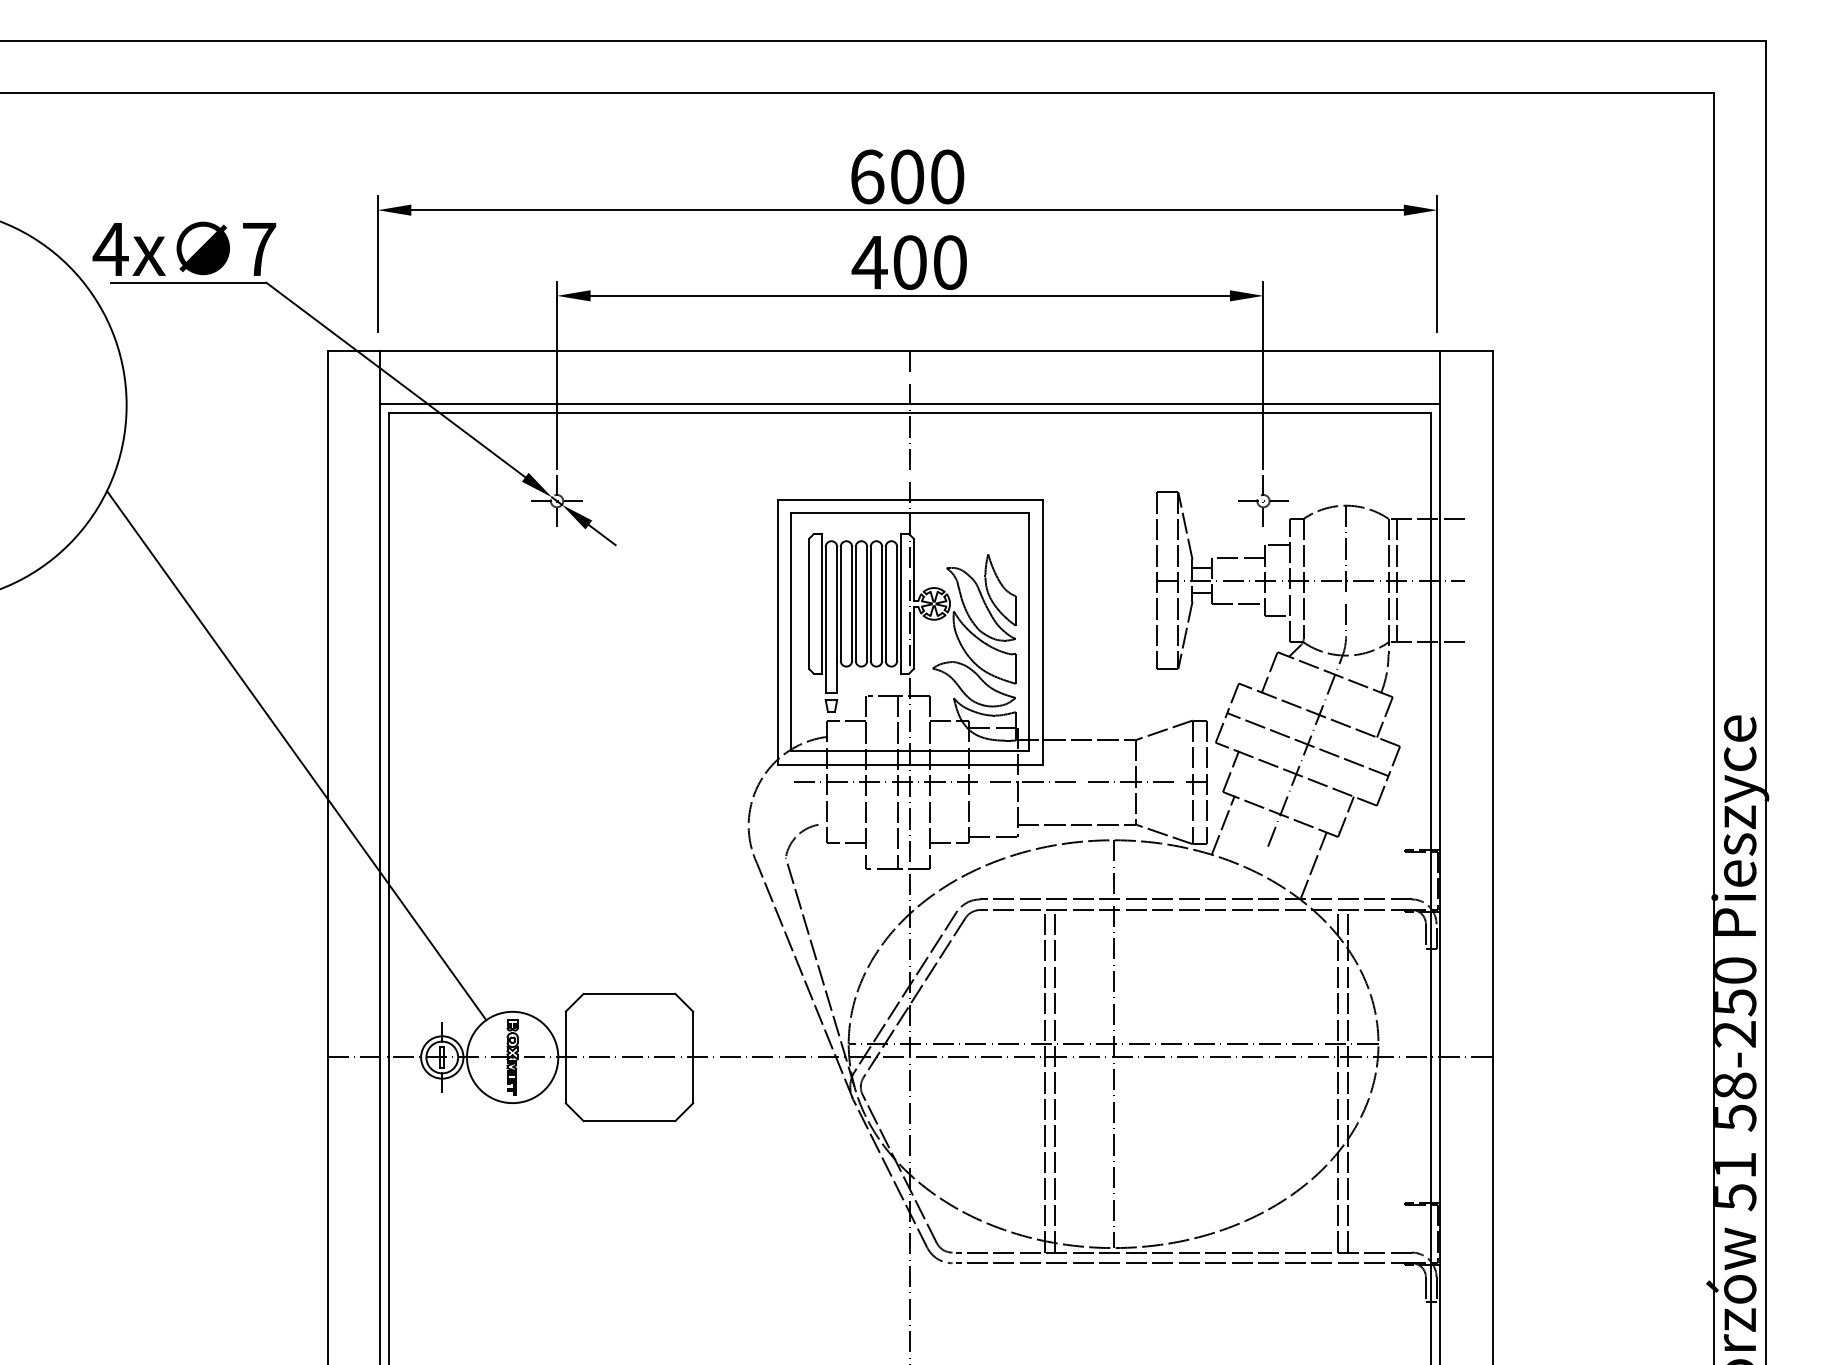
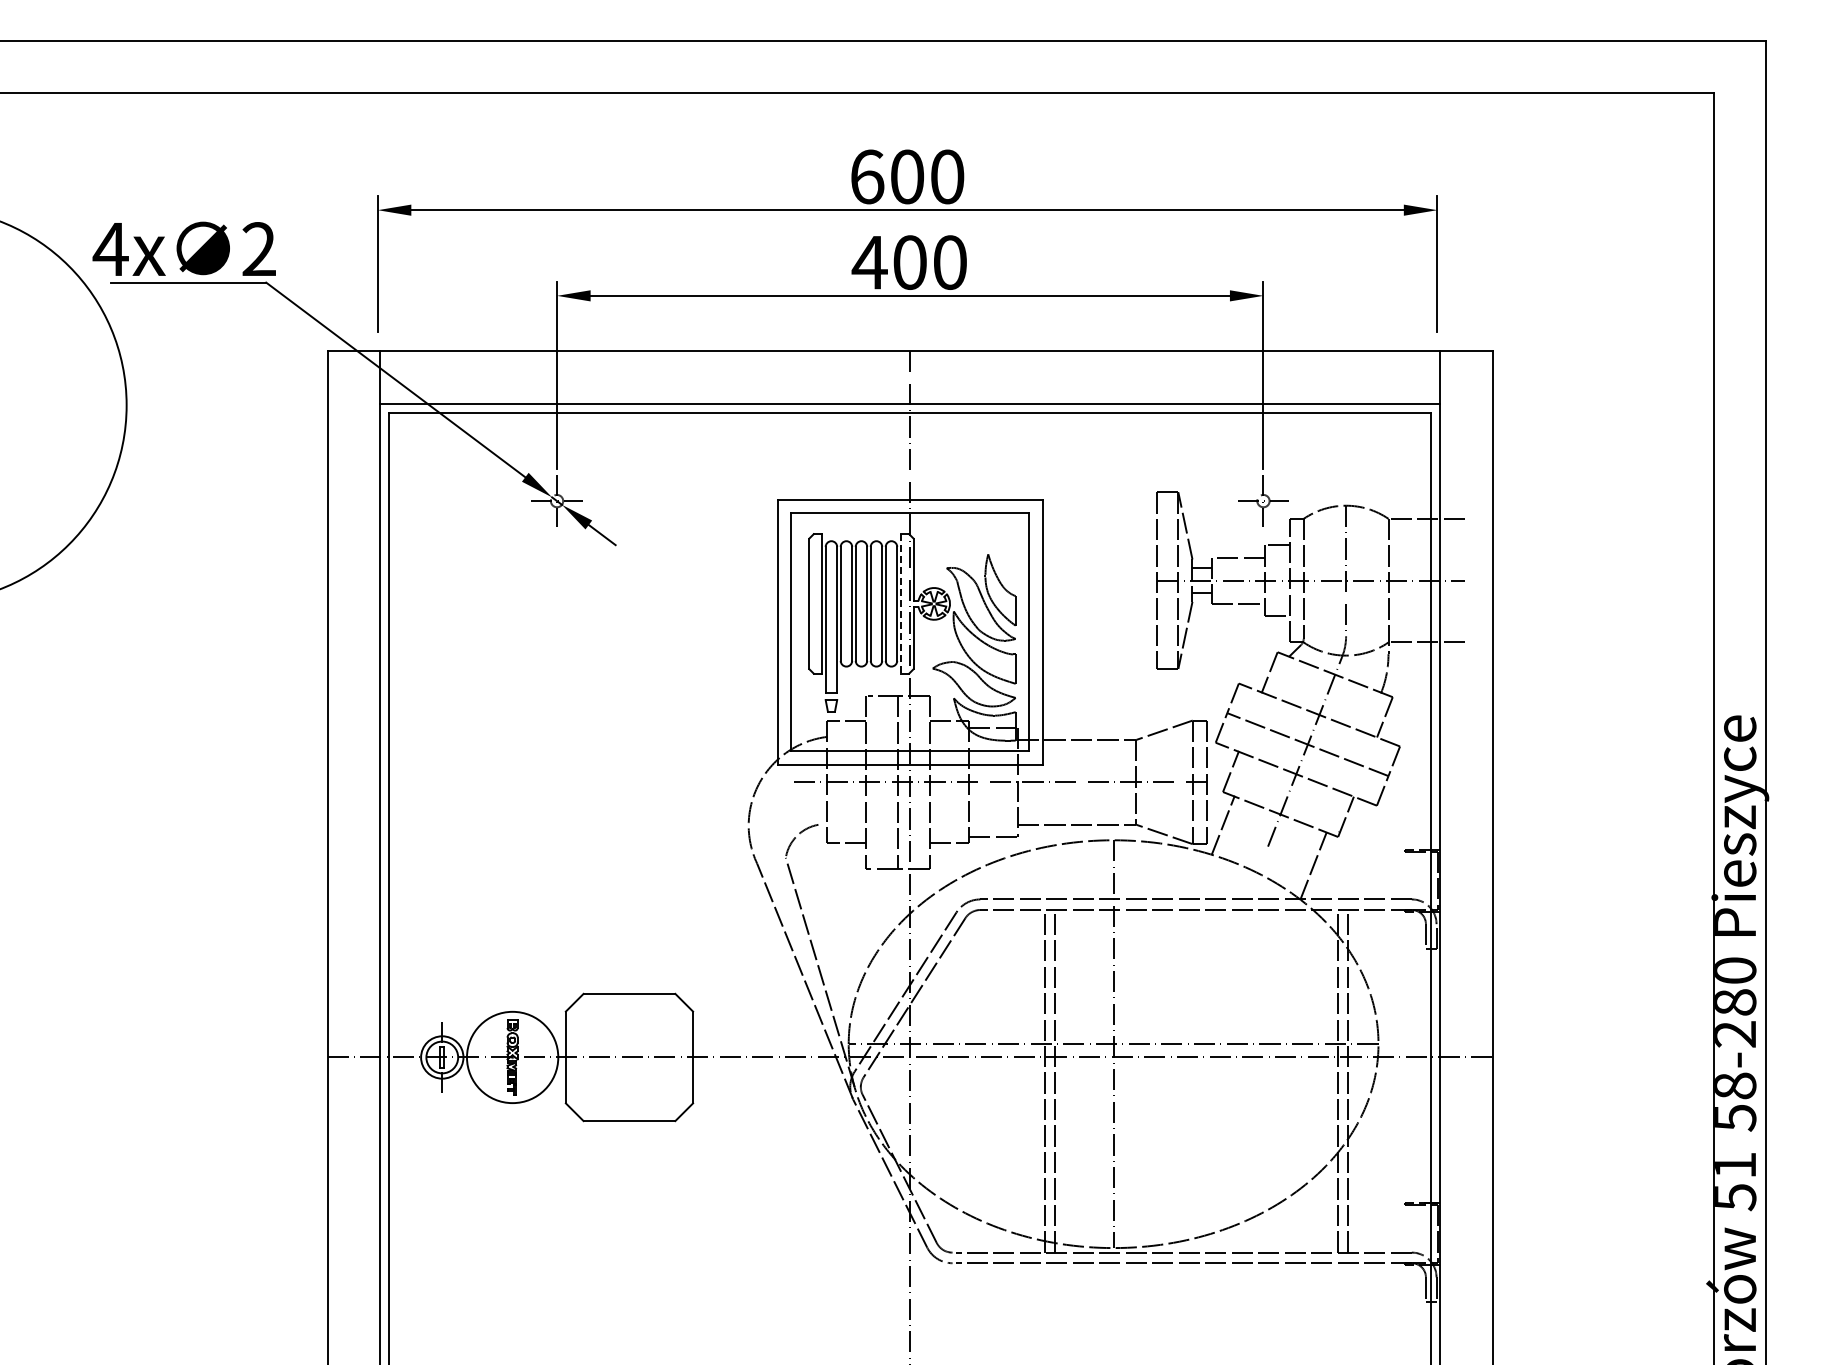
text at (259, 248): 7 -> 2
line at (1397, 580): present -> none
line at (901, 603): solid -> dashed
line at (296, 755): present -> none
text at (1735, 1002): 58-250 -> 58-280
